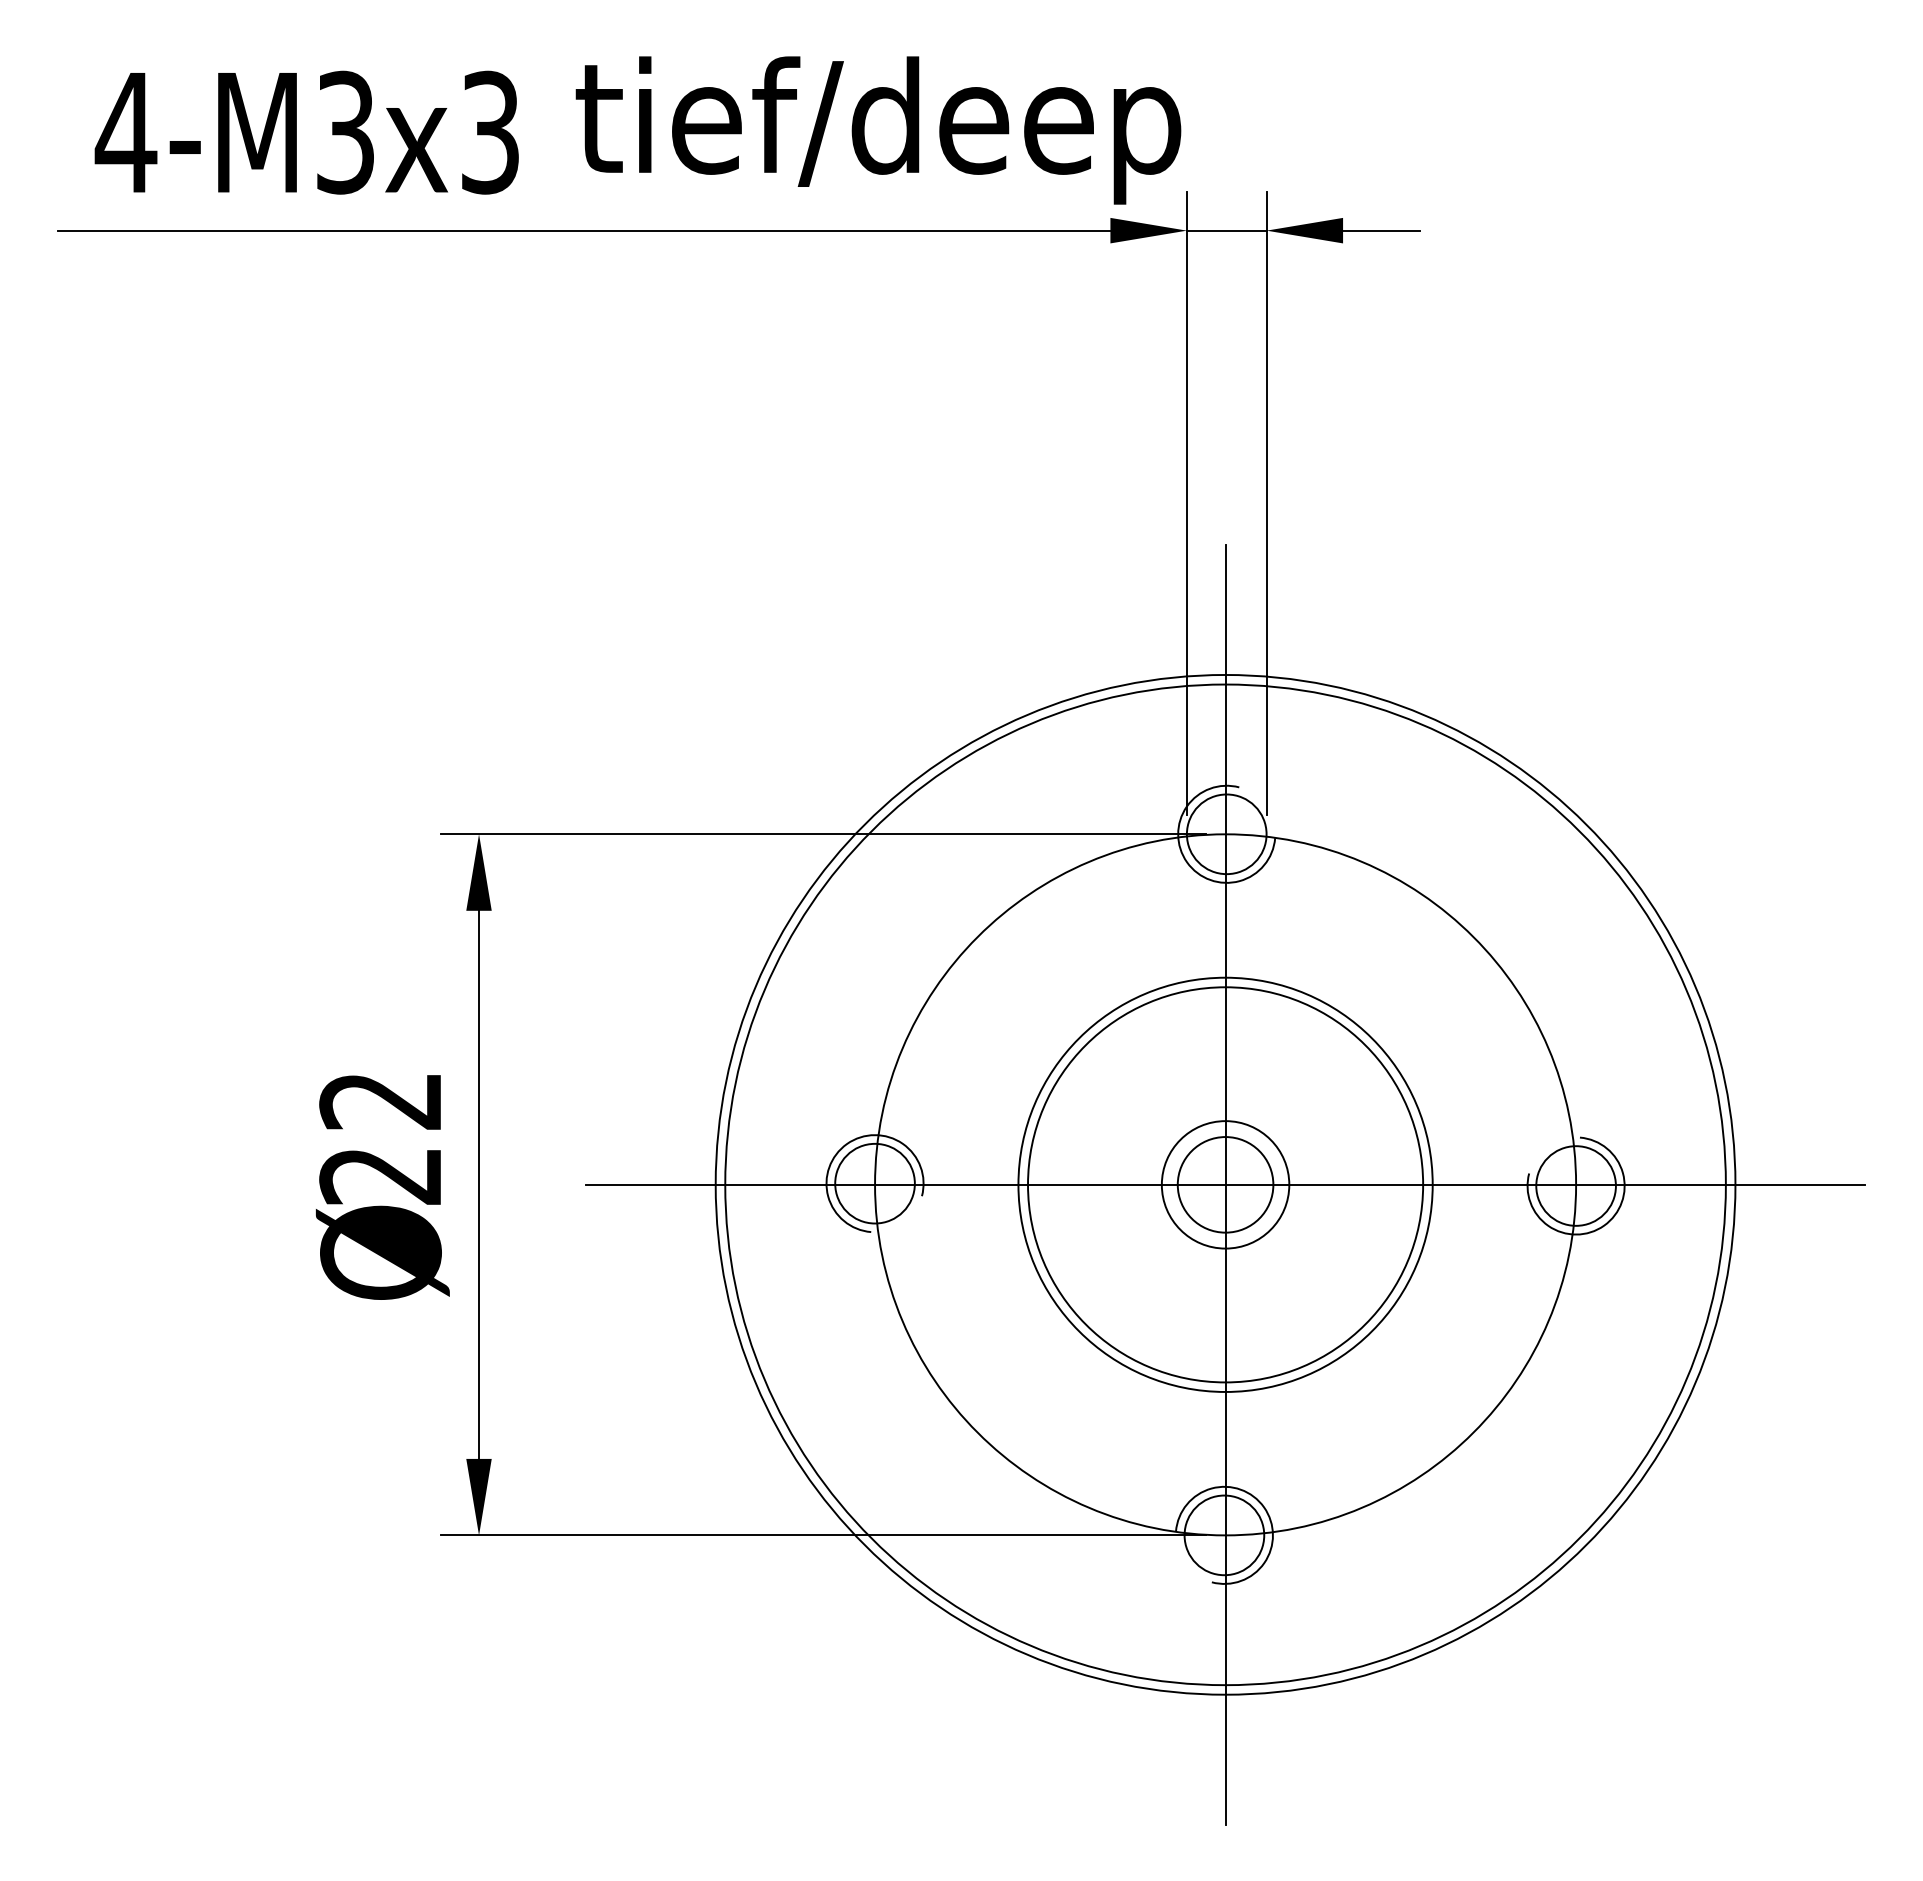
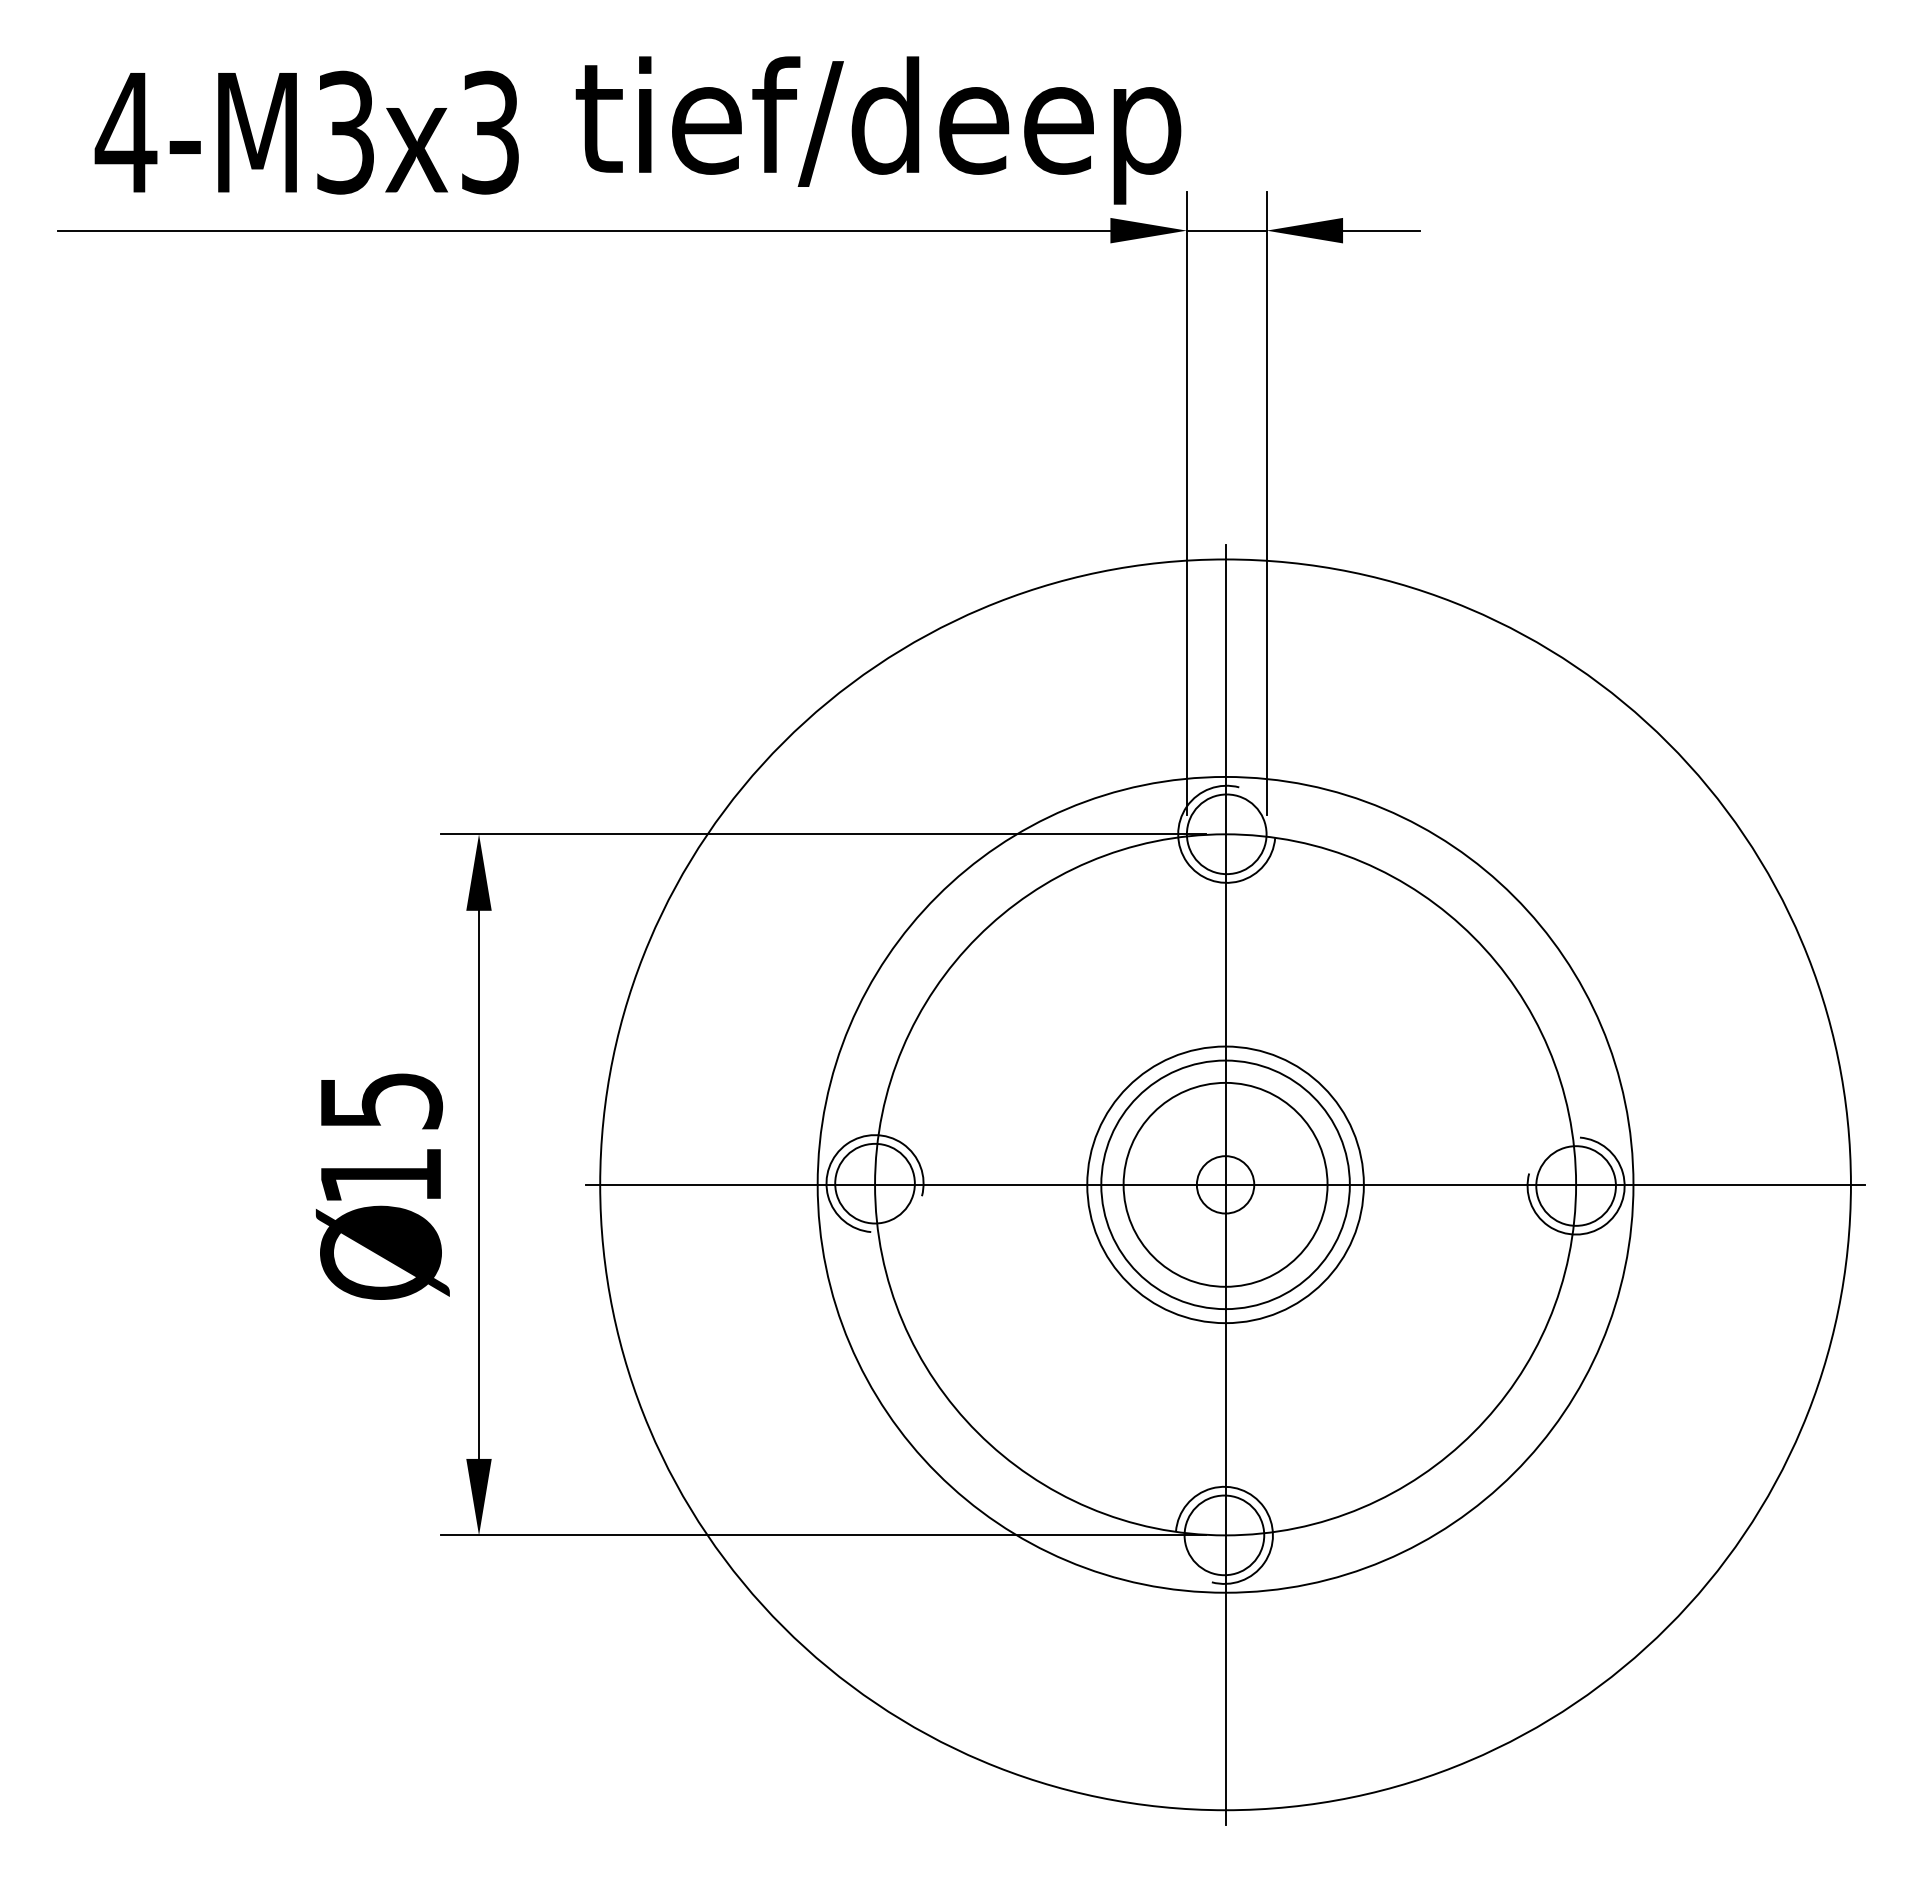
text at (381, 1138): 22 -> 15
circle at (1225, 1184) diameter: 1001 px -> 1251 px
circle at (1225, 1184) diameter: 1020 px -> 816 px
circle at (1225, 1184) diameter: 127 px -> 204 px
circle at (1225, 1184) diameter: 395 px -> 277 px
circle at (1225, 1184) diameter: 414 px -> 249 px
circle at (1225, 1184) diameter: 96 px -> 57 px
